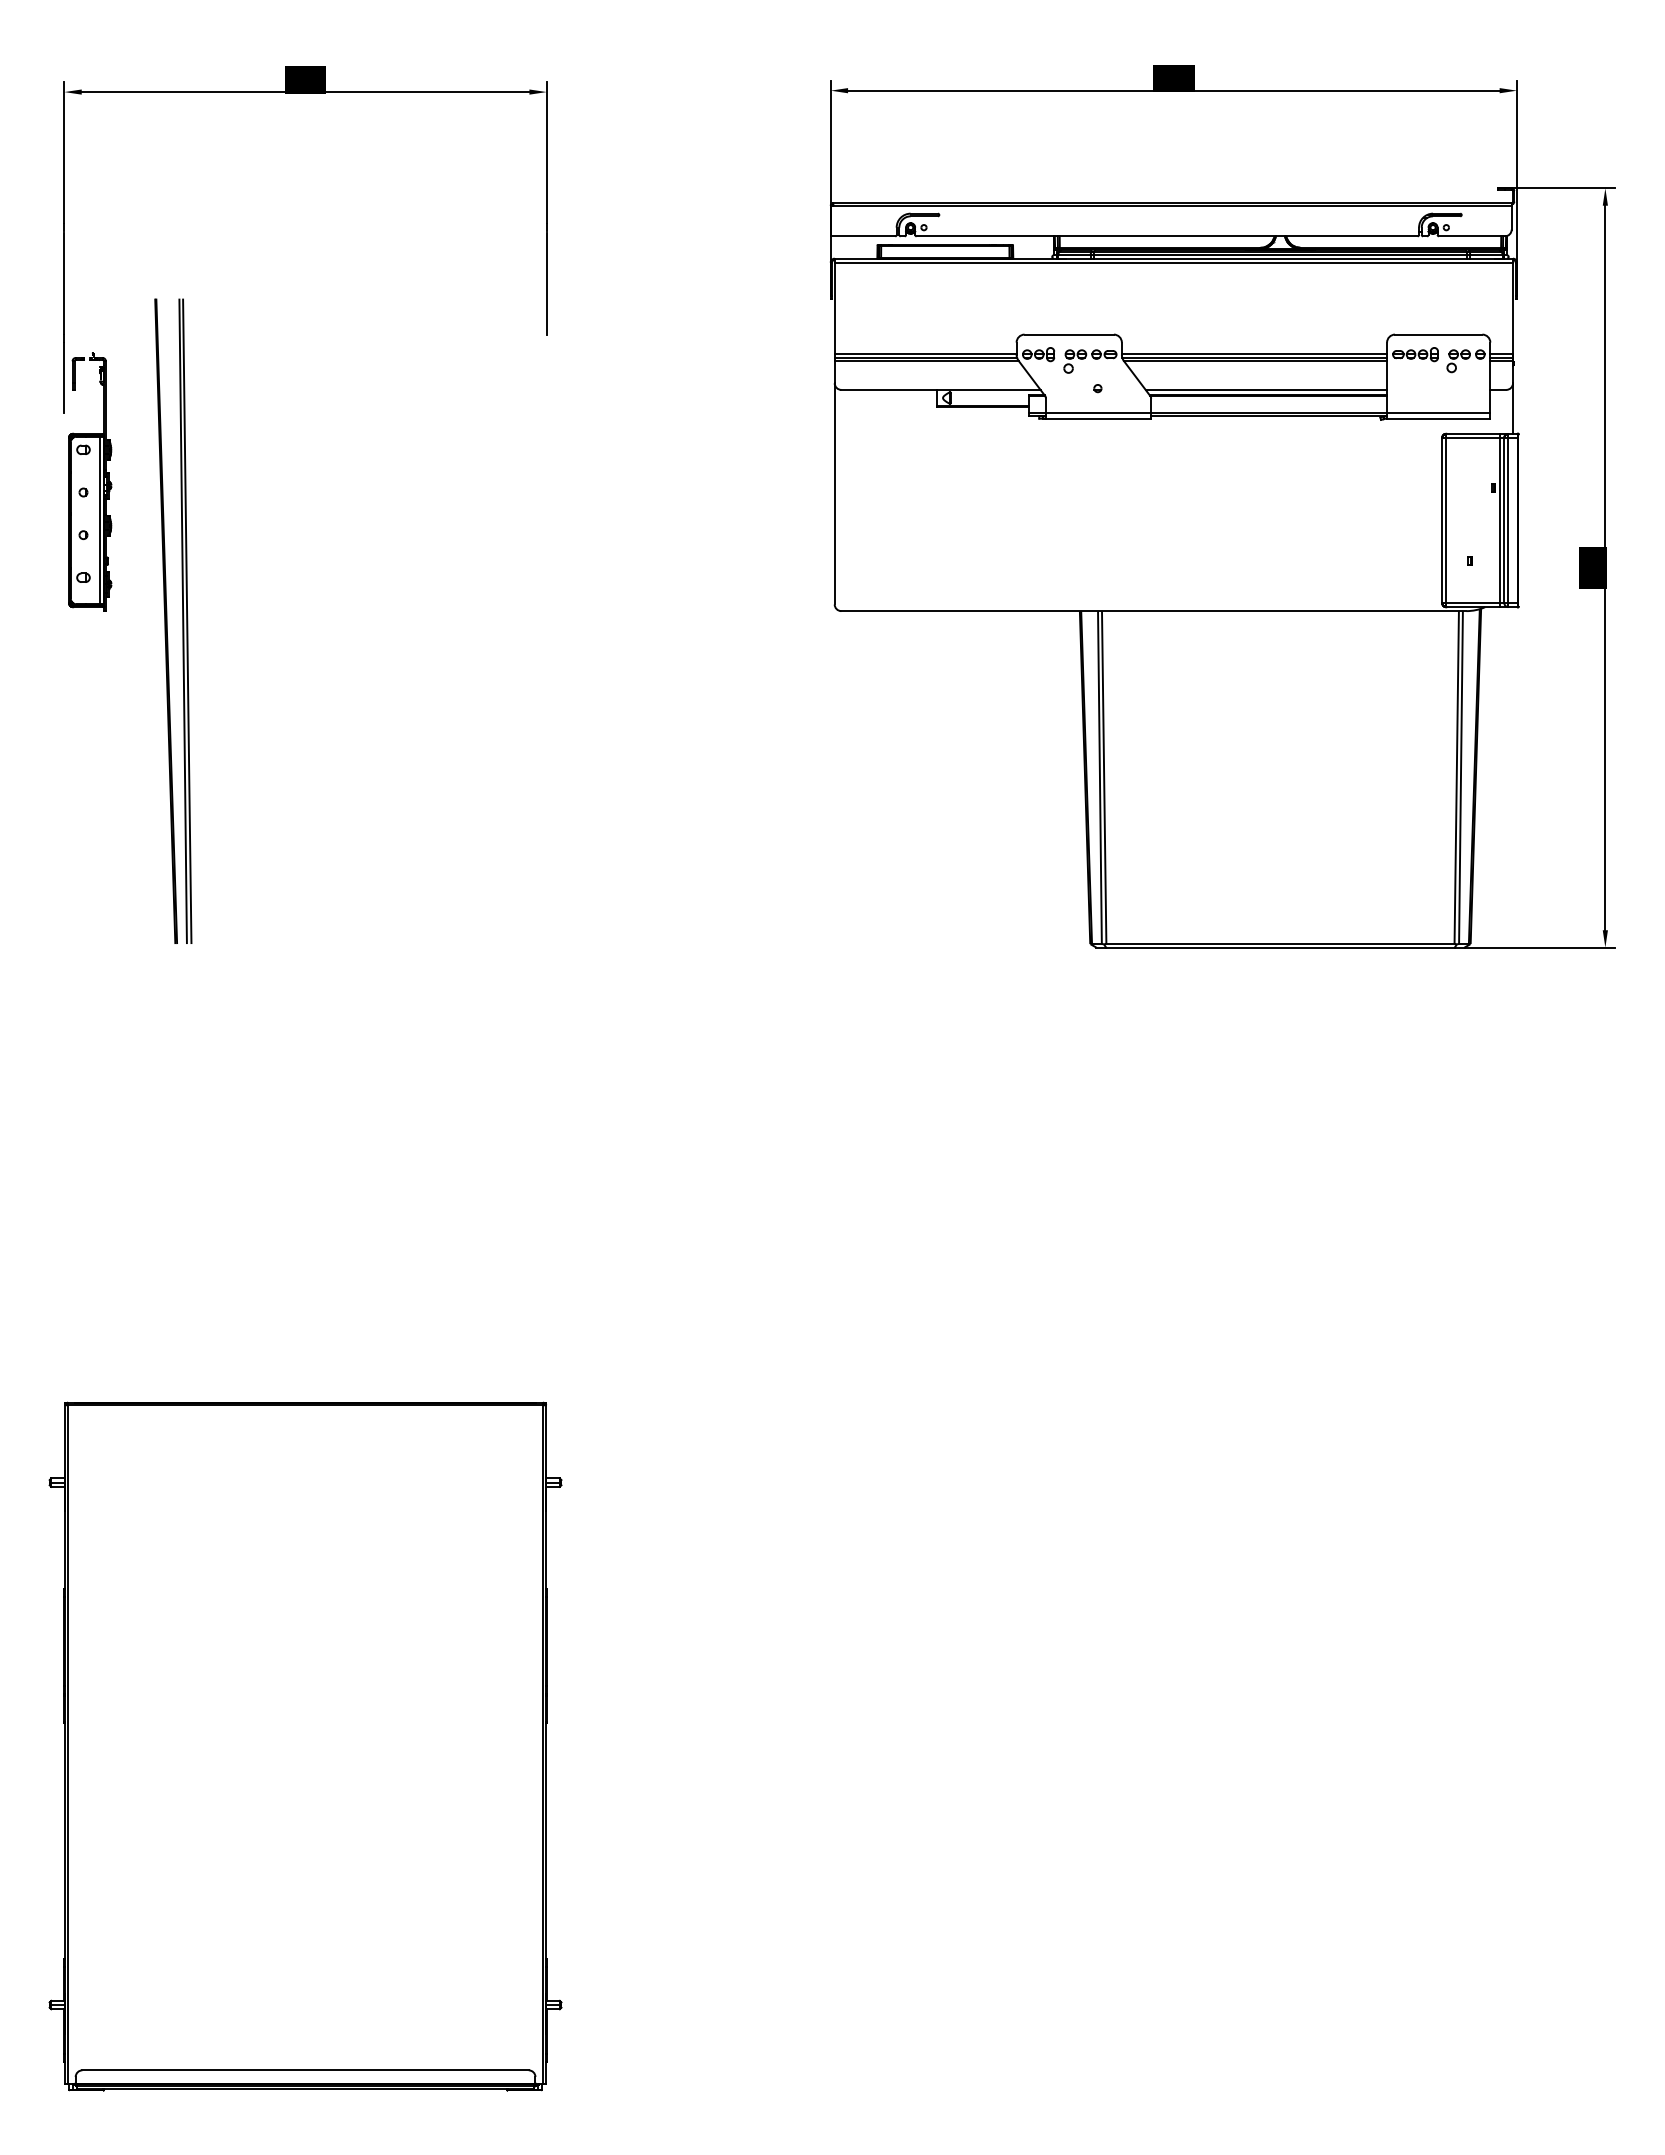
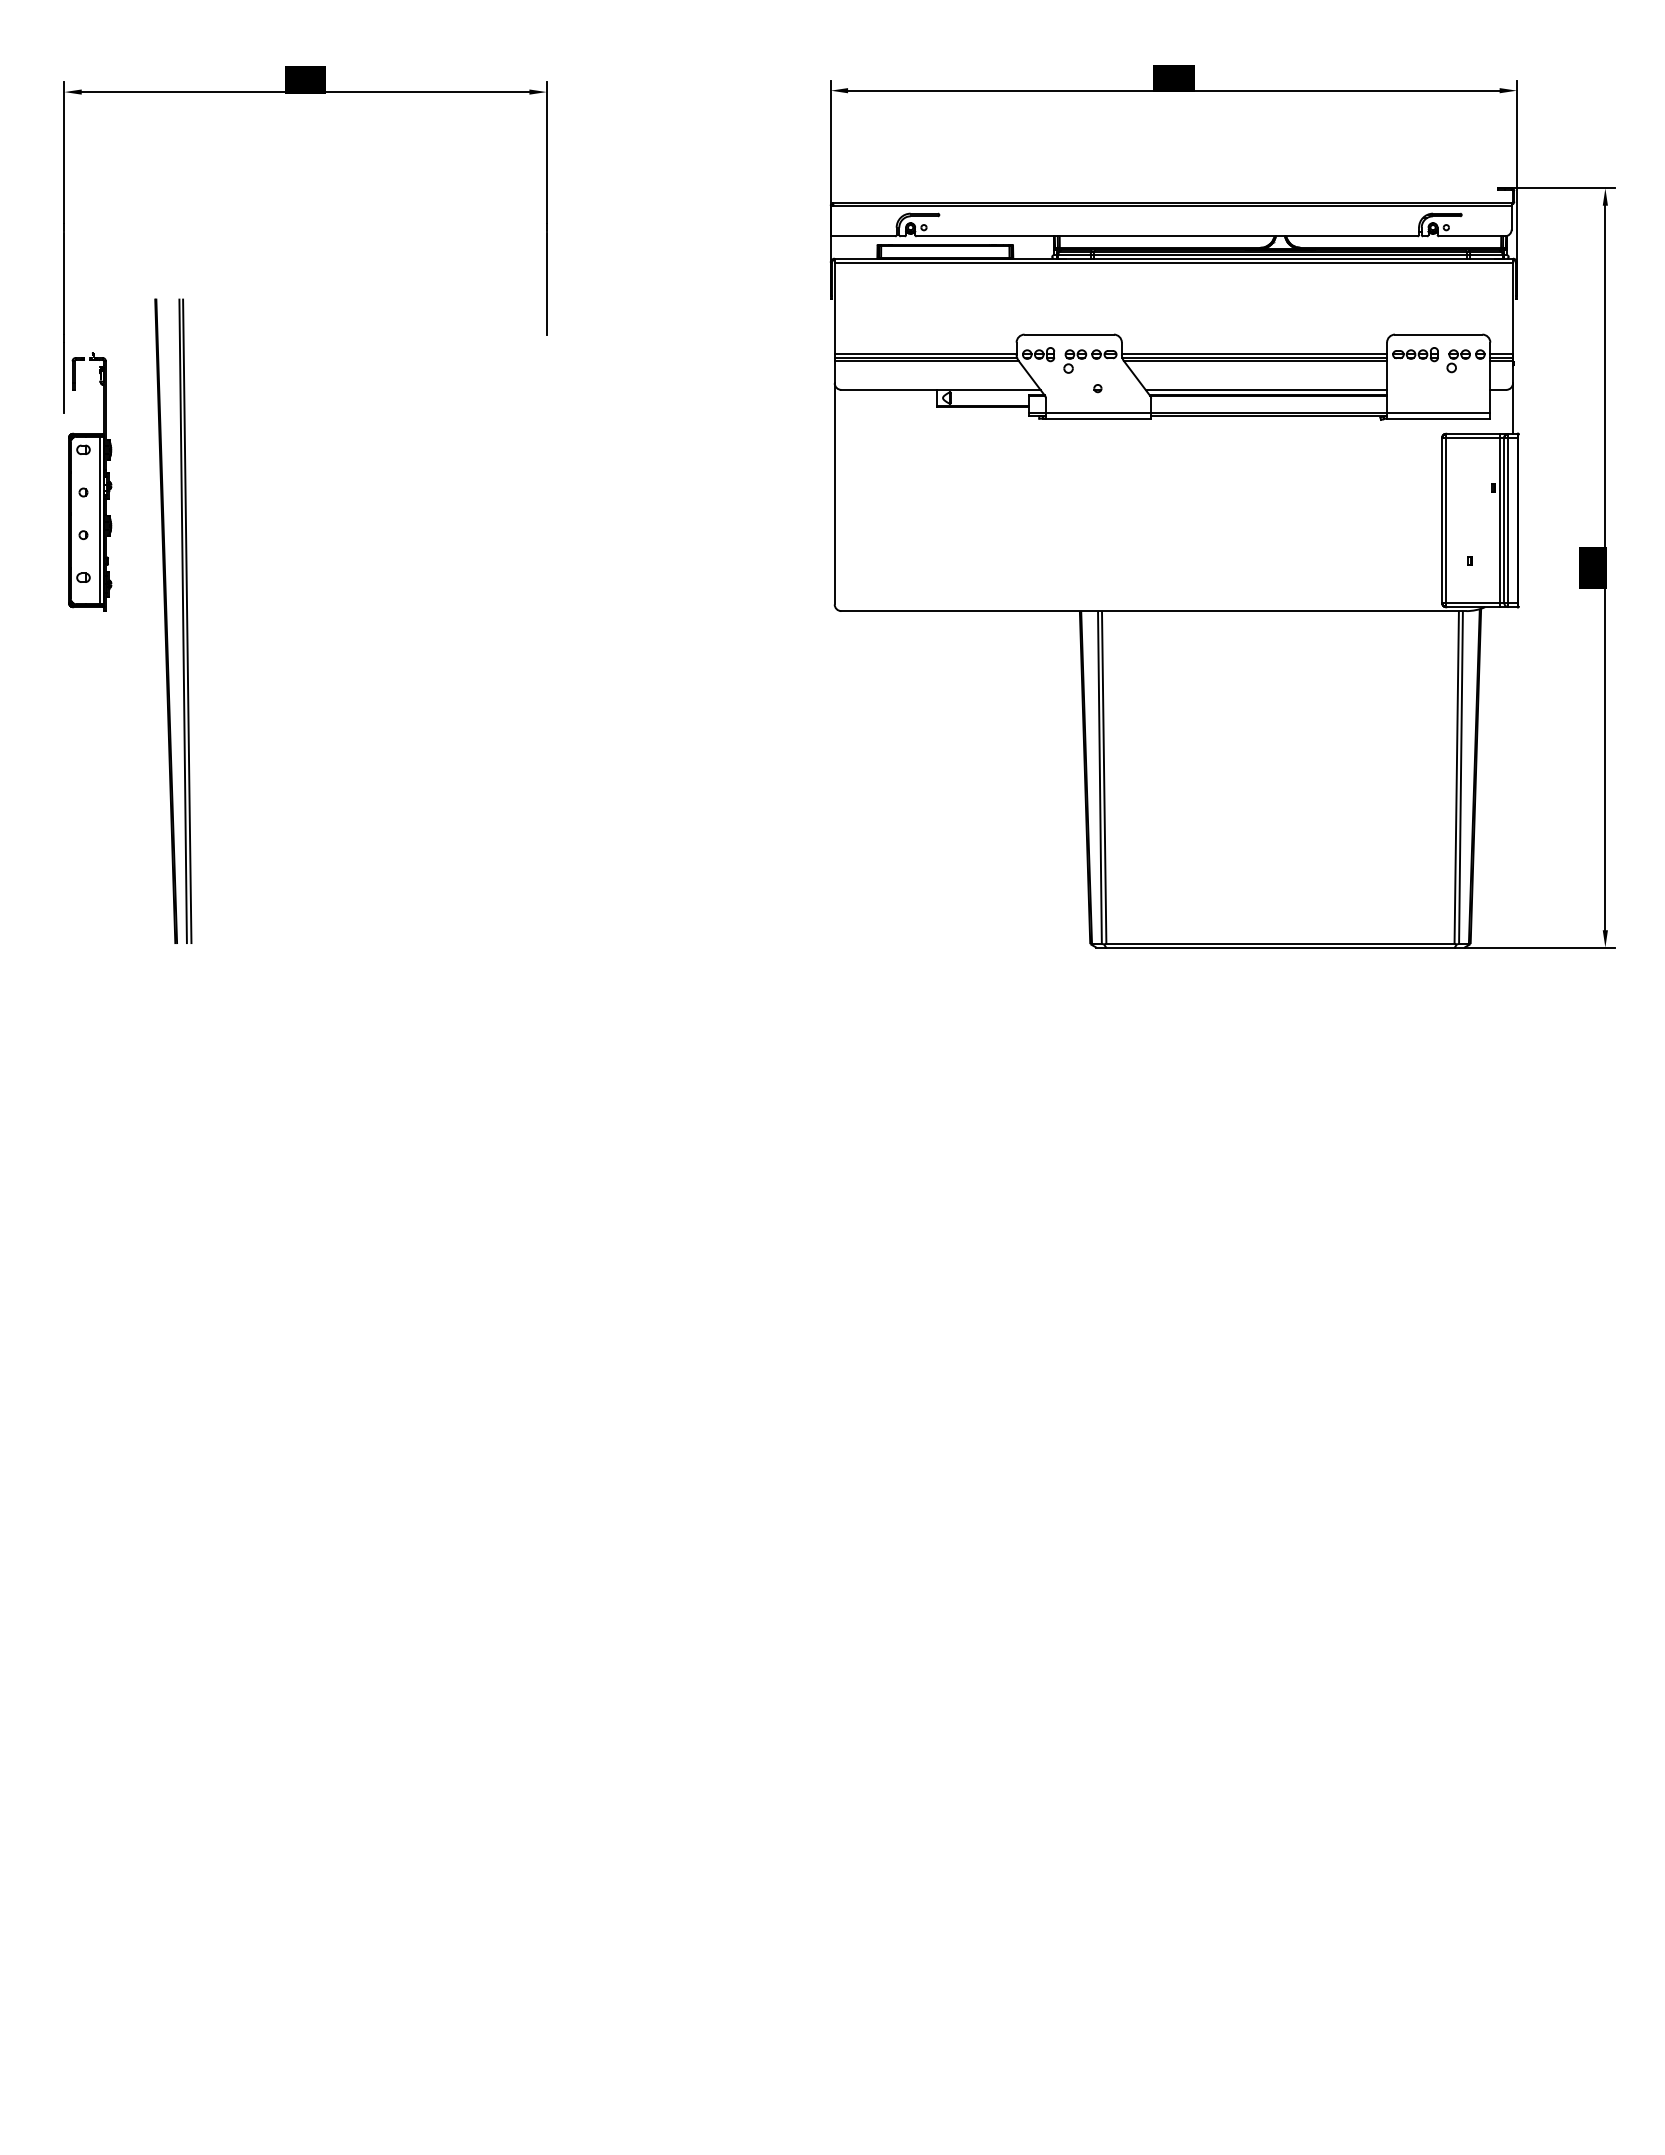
part at (305, 1746): present -> none
